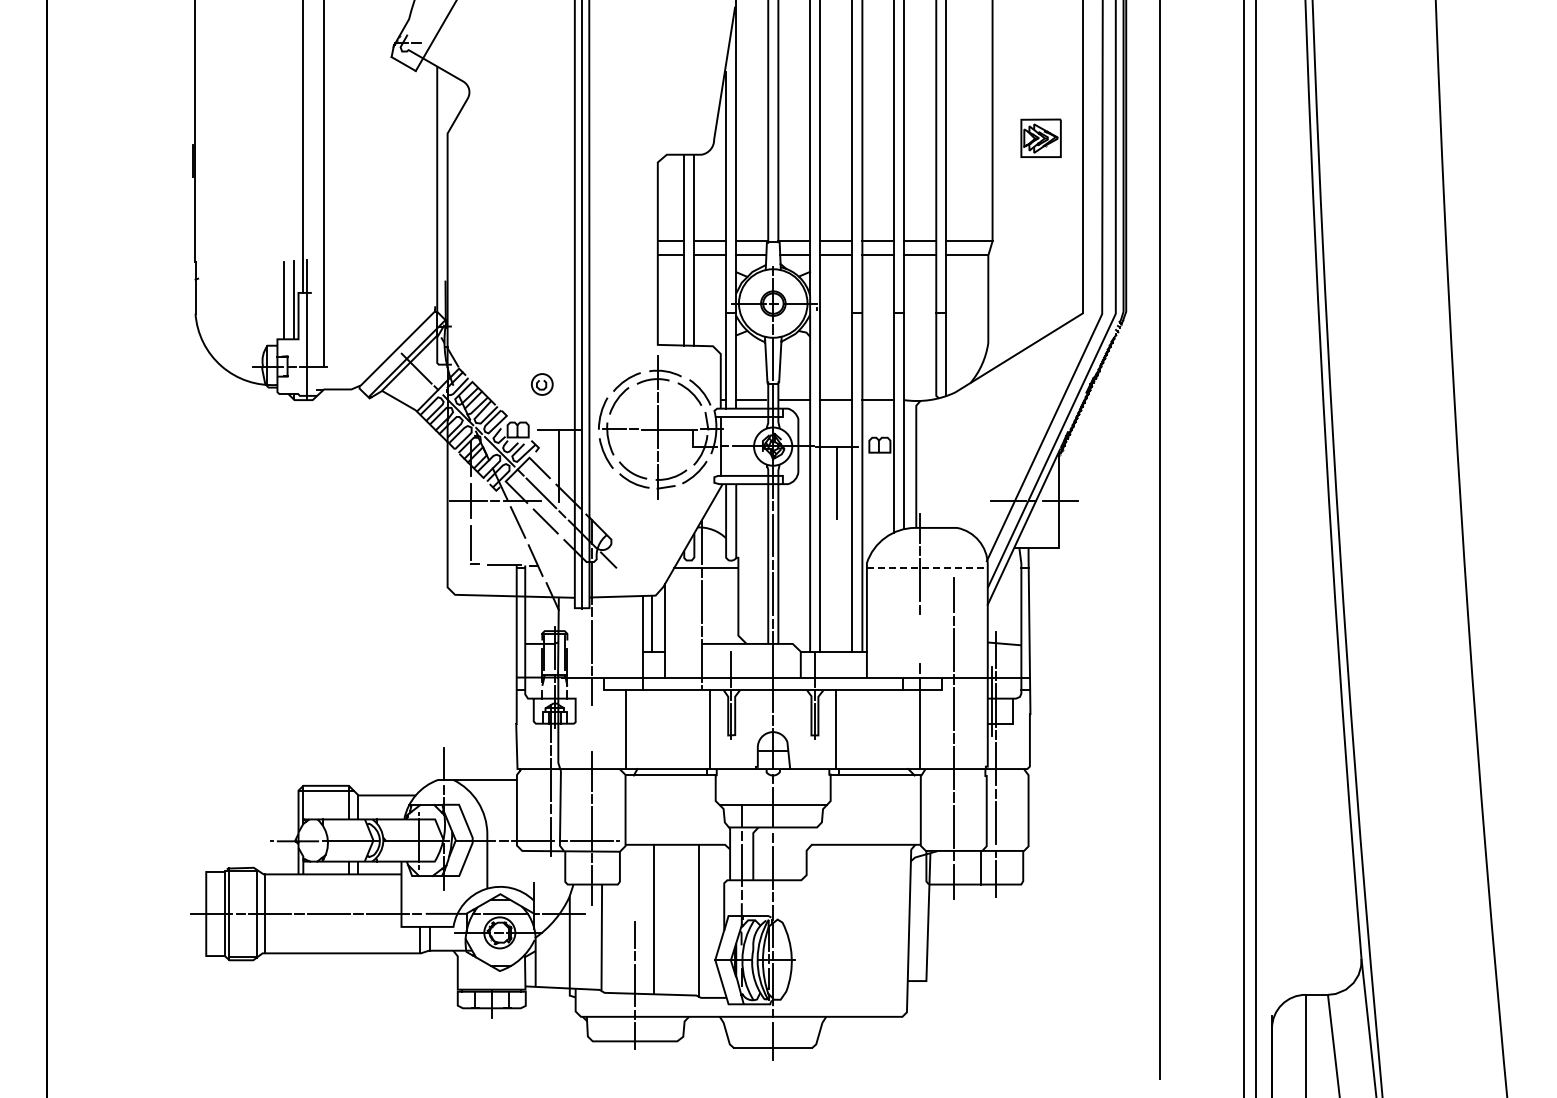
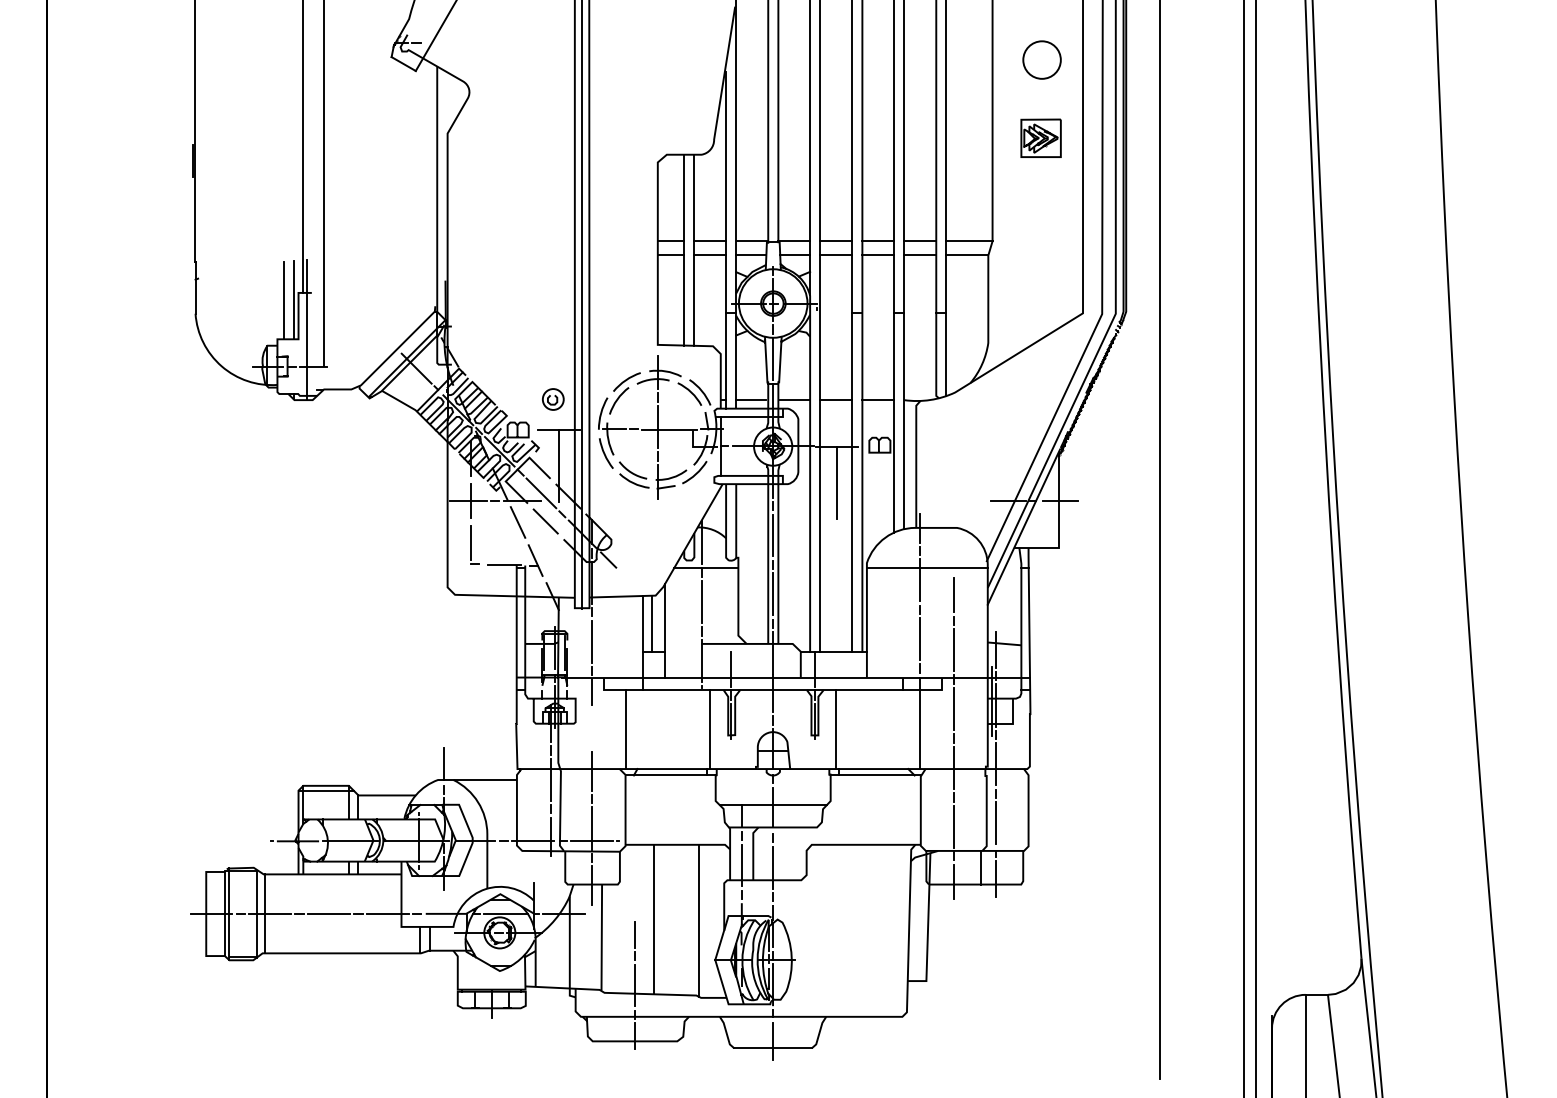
circle at (1041, 59): none -> present
part at (542, 384) position: (542, 384) -> (553, 399)
line at (927, 568): dashed -> solid
line at (920, 639): none -> present
